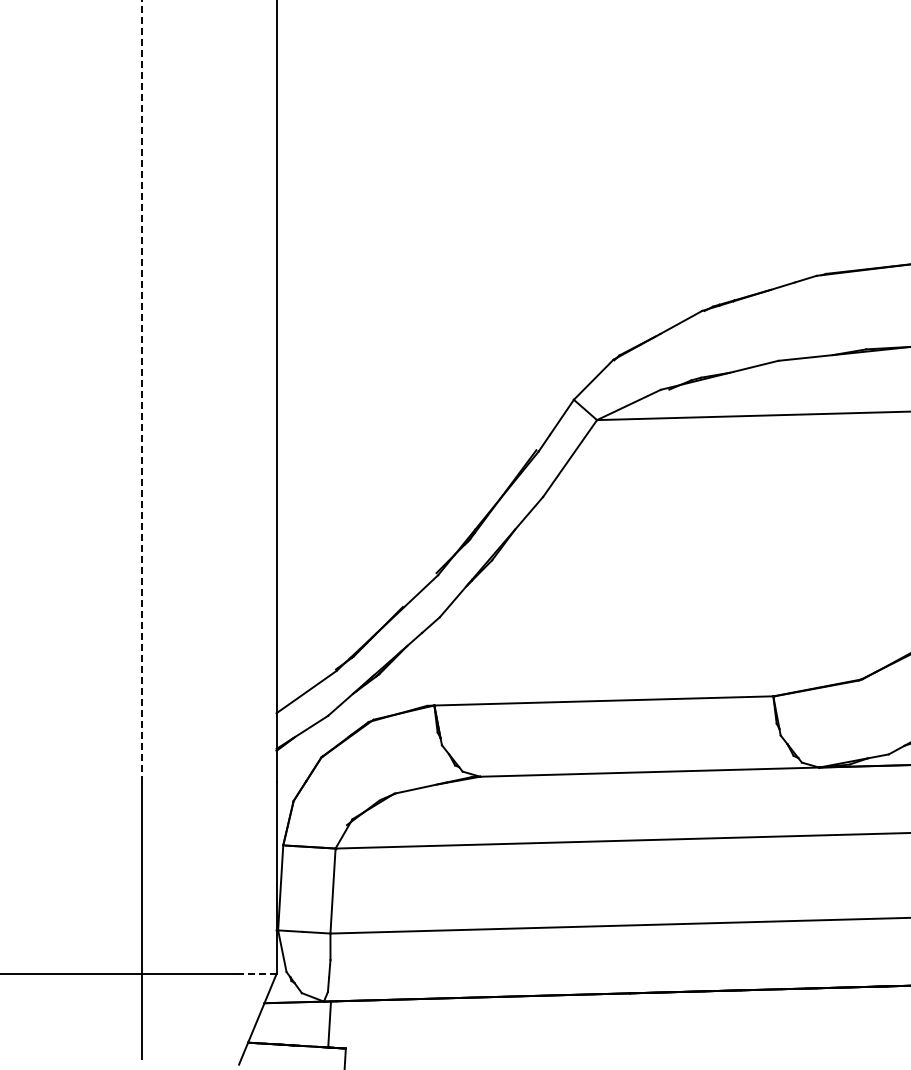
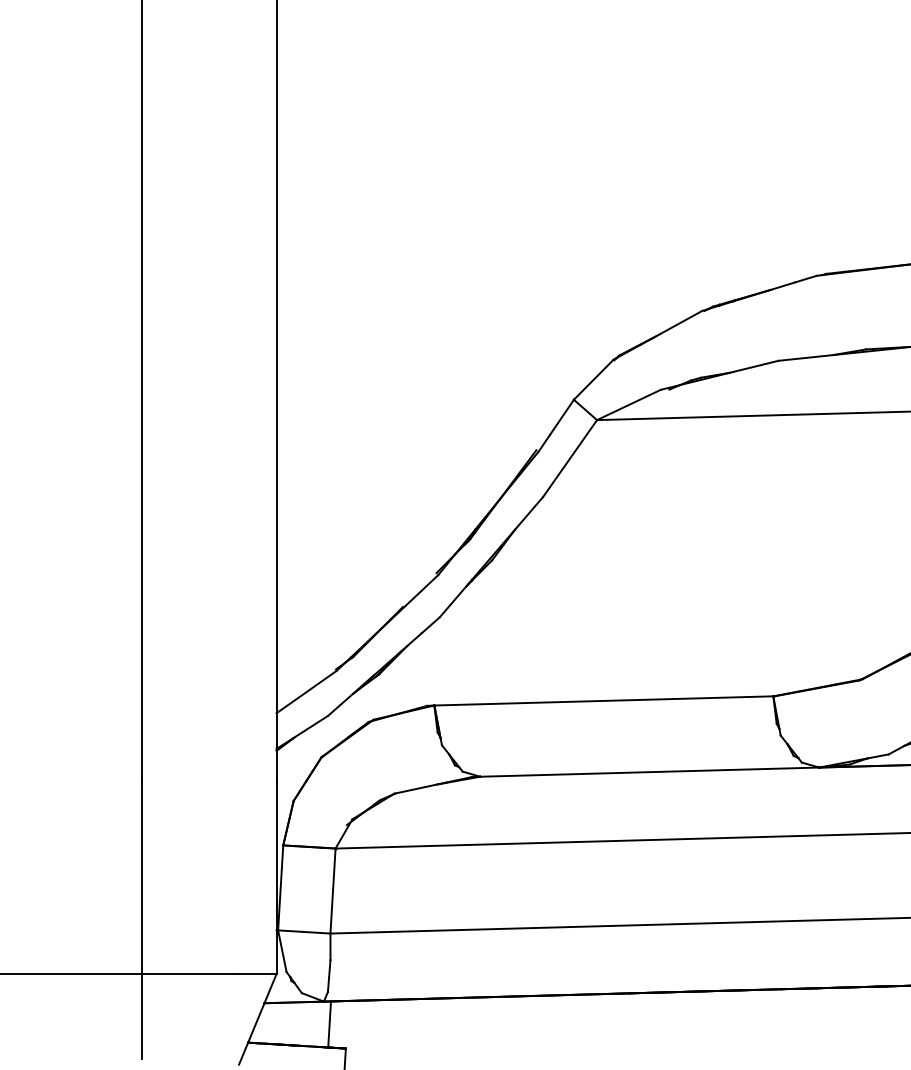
line at (141, 390): dashed -> solid
line at (256, 974): dashed -> solid
